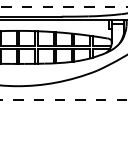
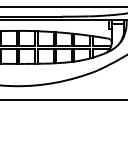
line at (64, 6): dashed -> solid
line at (64, 100): dashed -> solid
